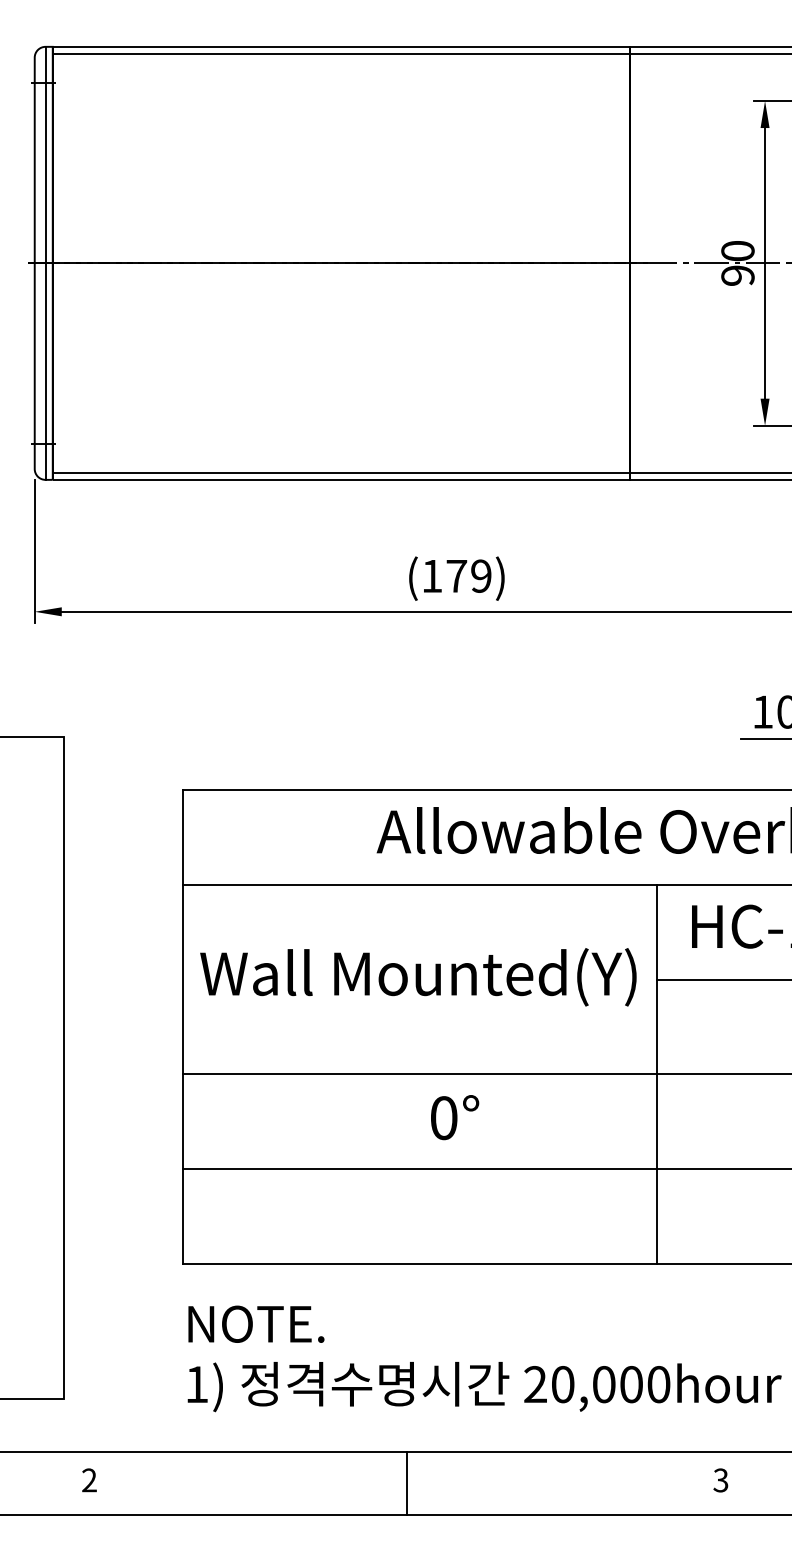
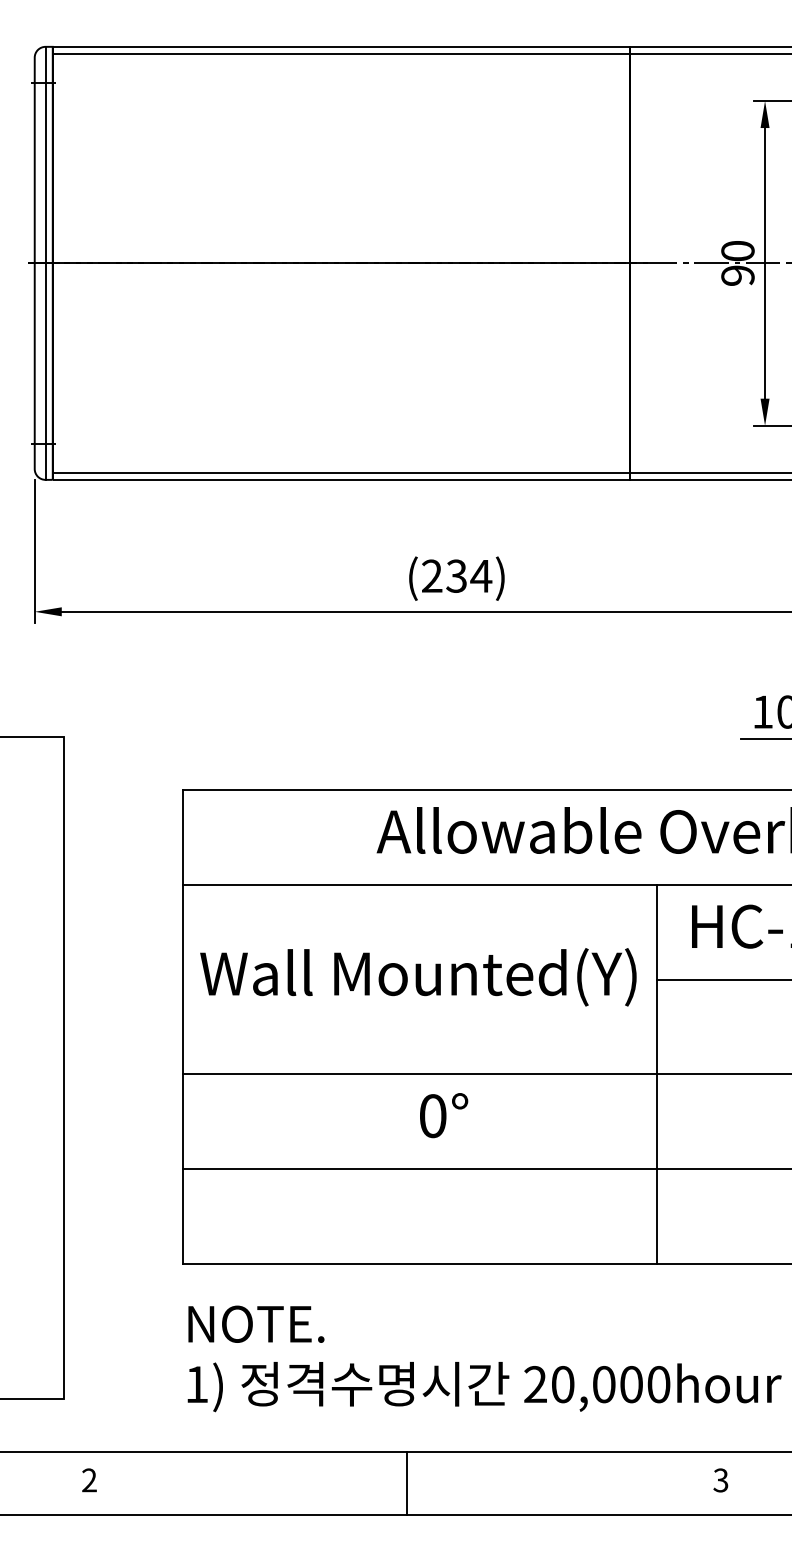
text at (457, 575): (179) -> (234)
text at (455, 1117) position: (455, 1117) -> (444, 1115)
